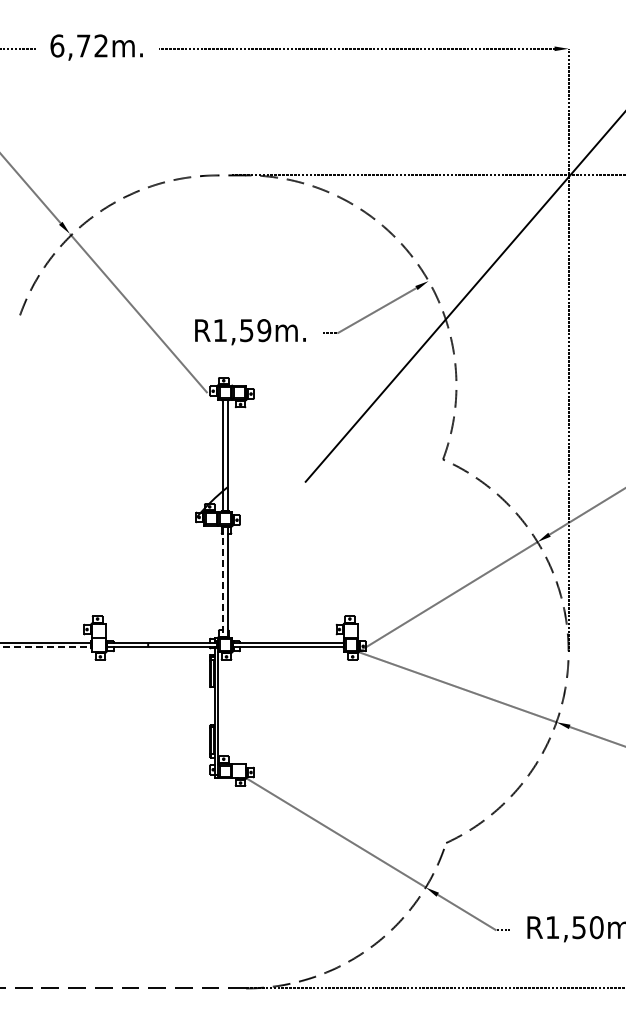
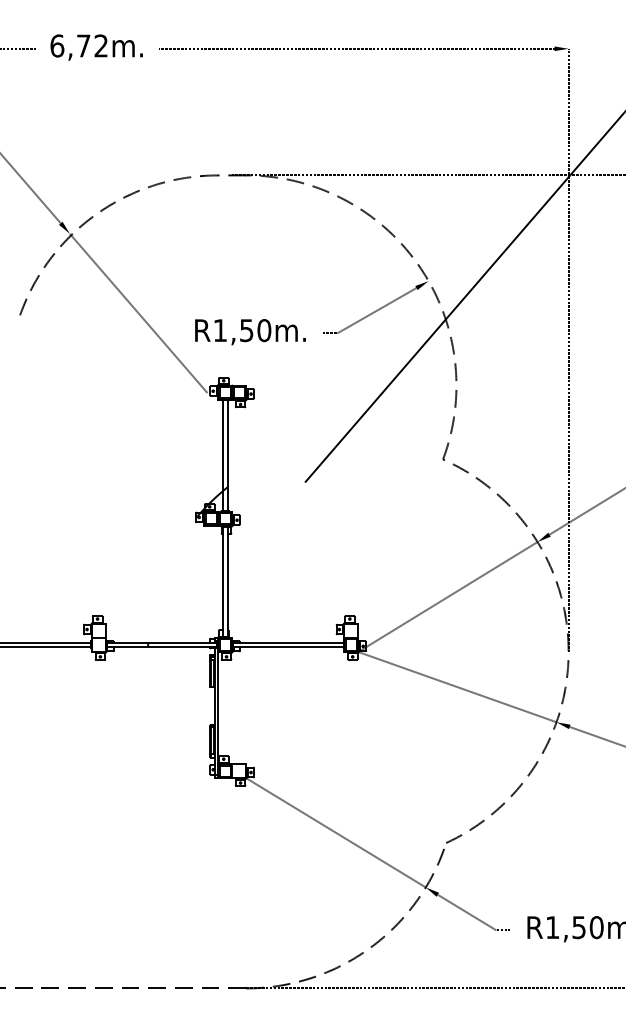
text at (264, 330): R1,59m. -> R1,50m.
line at (222, 582): dashed -> solid
line at (46, 647): dashed -> solid
